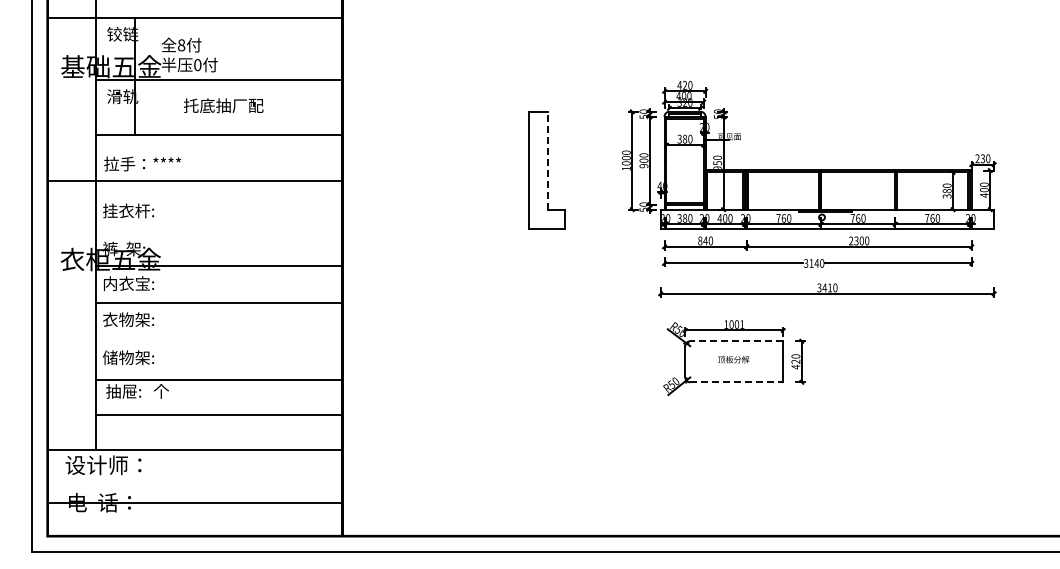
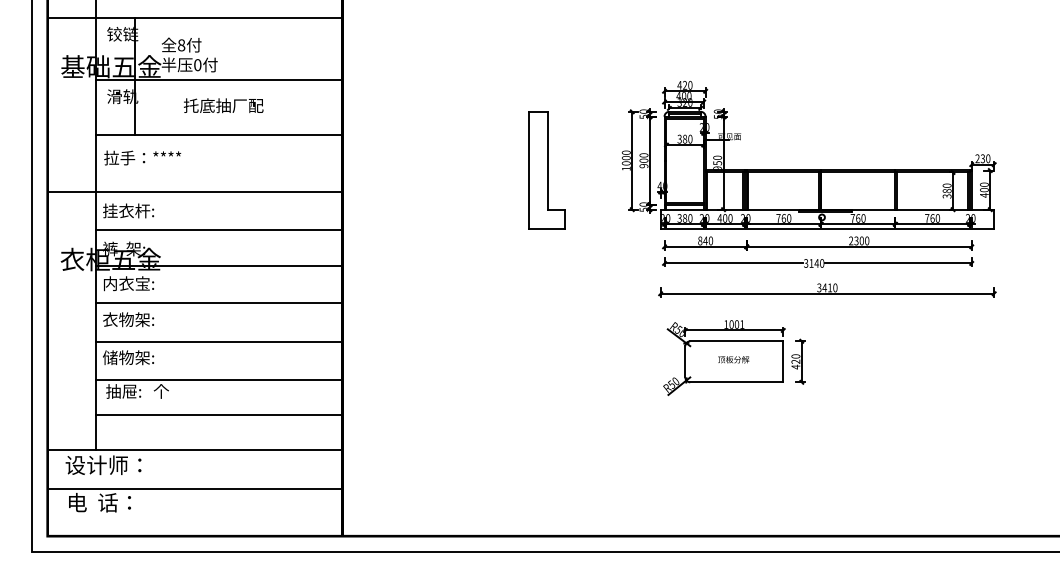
line at (548, 160): dashed -> solid
text at (142, 163) position: (142, 163) -> (142, 157)
line at (194, 181) position: (194, 181) -> (194, 192)
line at (219, 229): none -> present
line at (219, 341): none -> present
line at (736, 341): dashed -> solid
line at (736, 382): dashed -> solid
line at (194, 503) position: (194, 503) -> (194, 489)
